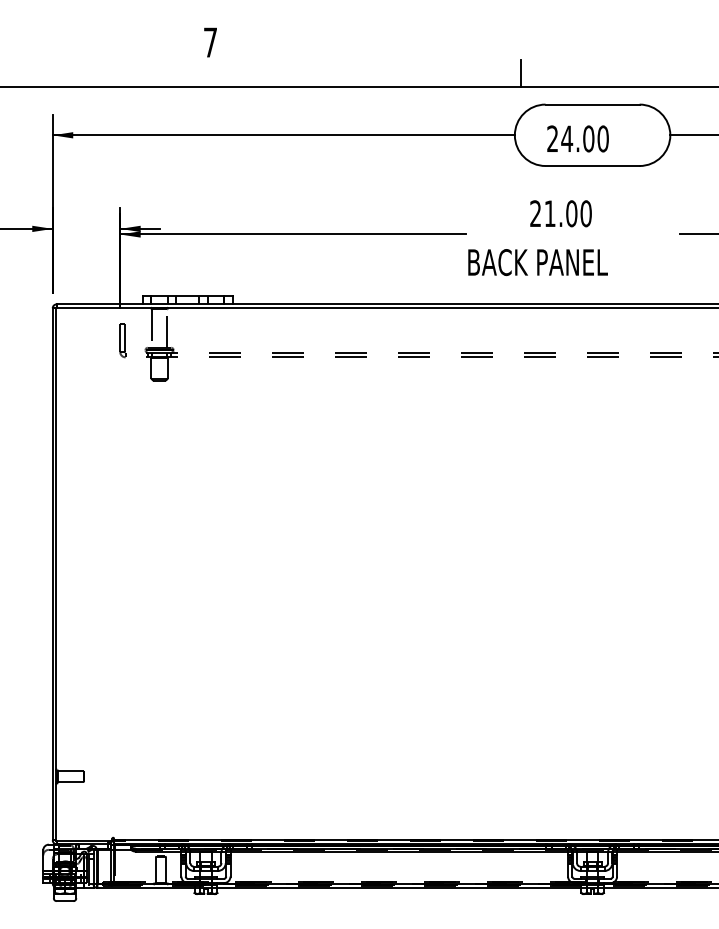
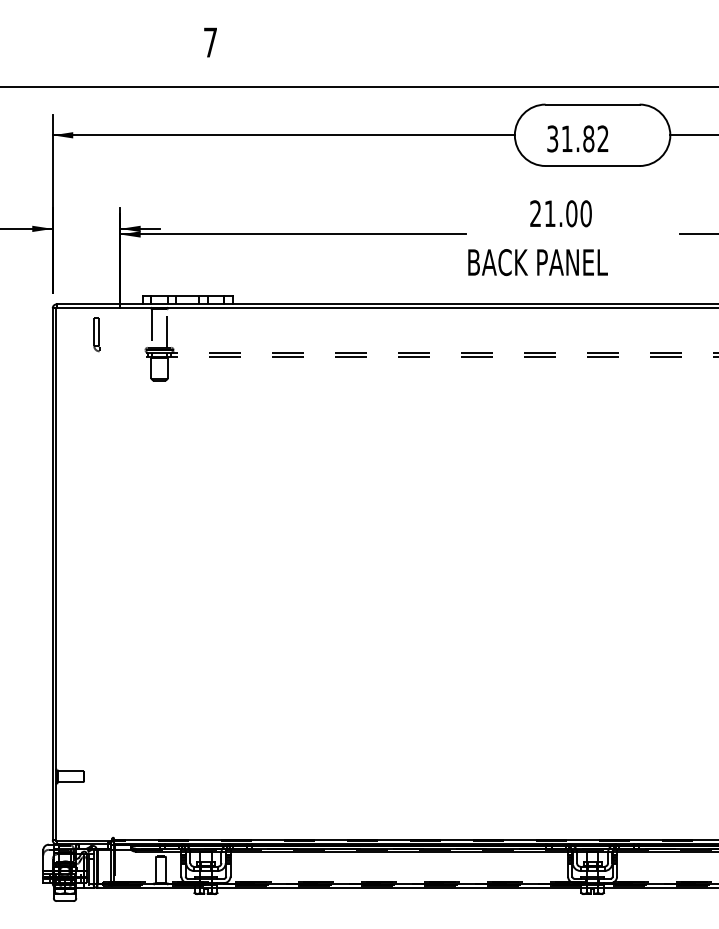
line at (520, 72): present -> none
text at (577, 138): 24.00 -> 31.82
part at (122, 340) position: (122, 340) -> (96, 334)
